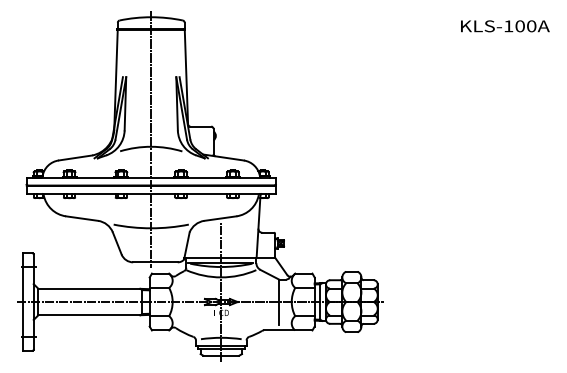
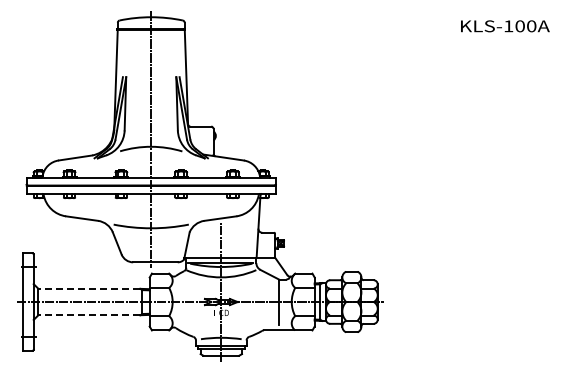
line at (89, 288): solid -> dashed
line at (89, 315): solid -> dashed
